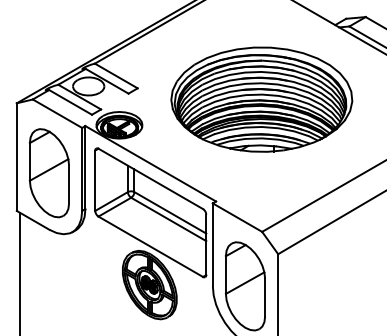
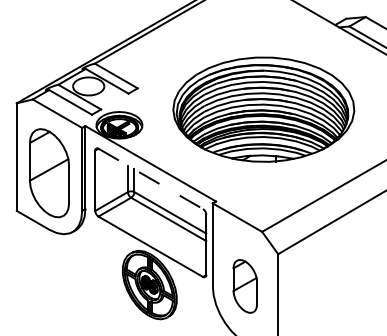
part at (261, 99) position: (261, 99) -> (263, 109)
line at (151, 179): solid -> dashed
line at (20, 272): present -> none
part at (244, 286) size: 42x91 px -> 26x55 px
